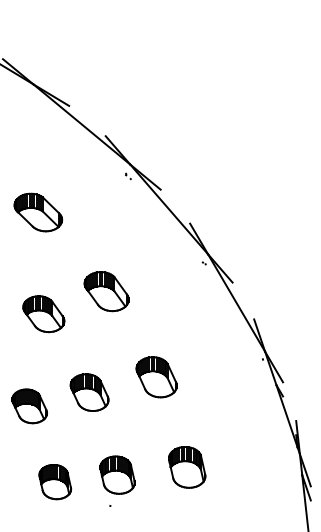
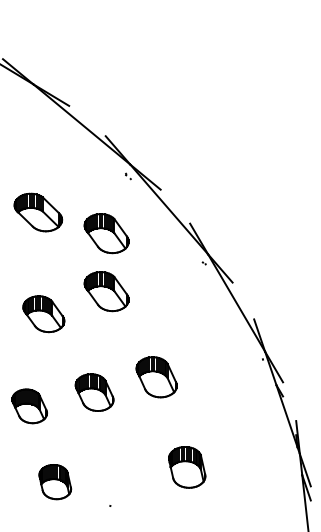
part at (106, 233): none -> present
part at (89, 392) position: (89, 392) -> (94, 392)
part at (117, 474): present -> none
